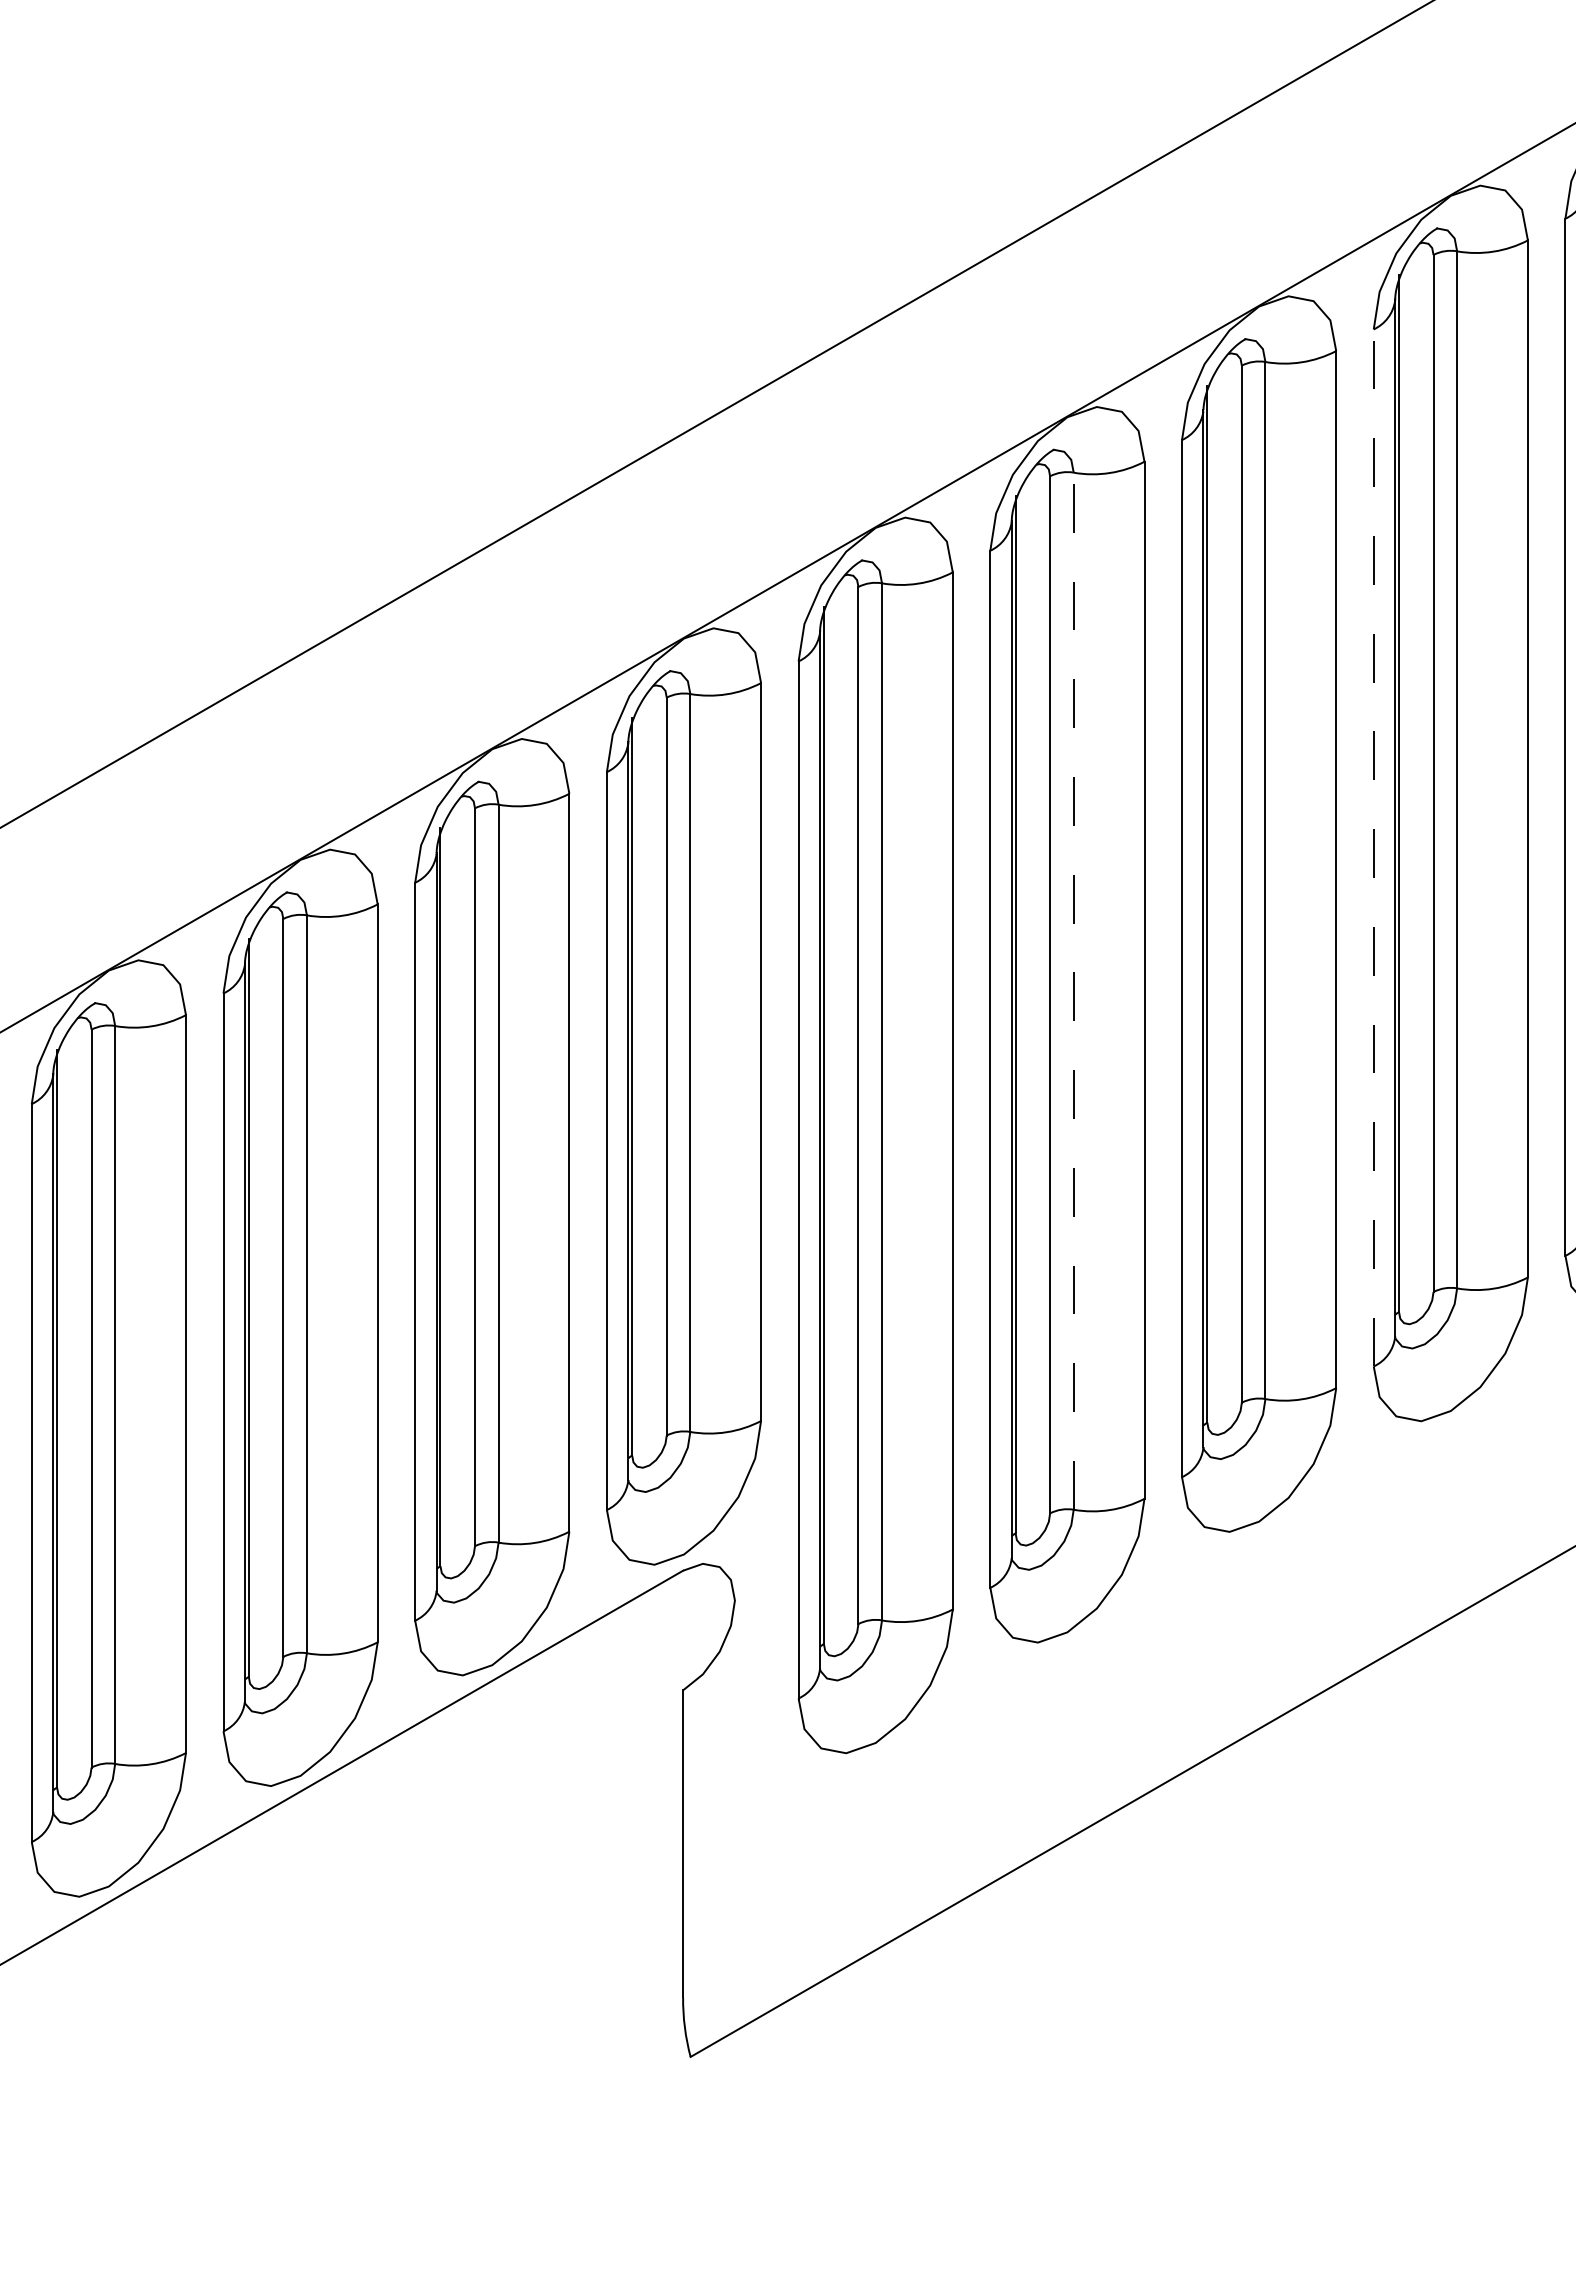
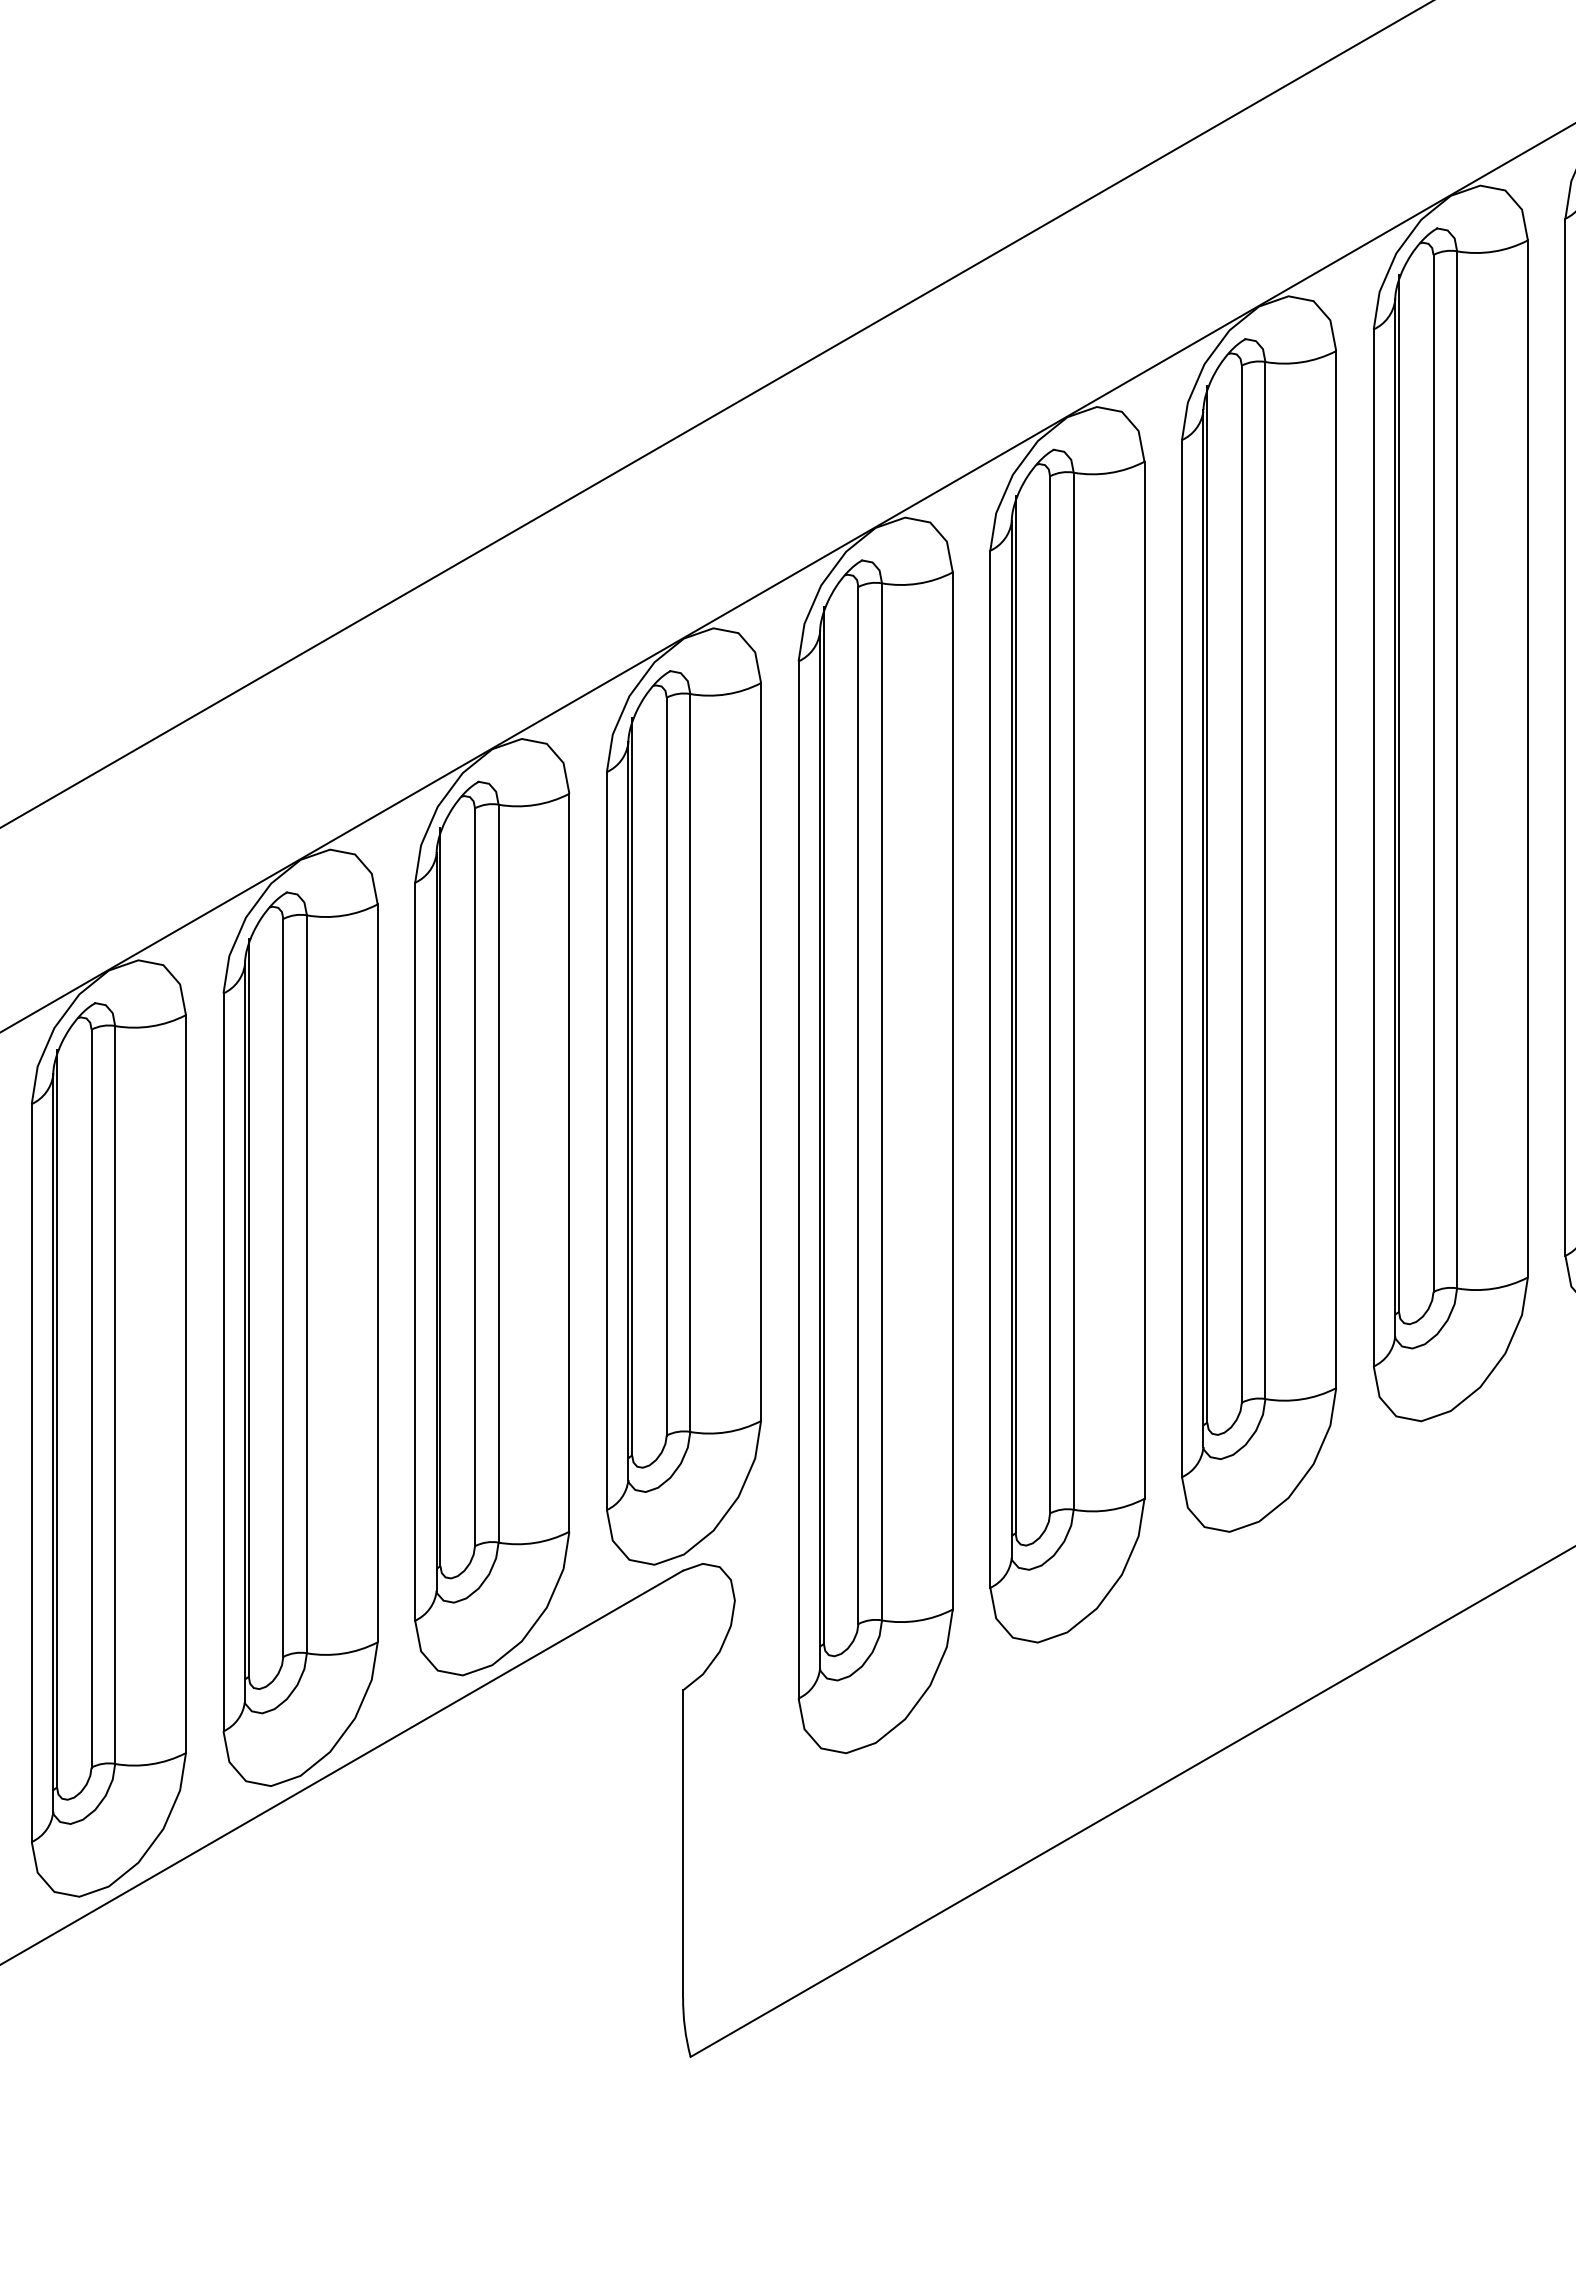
line at (1373, 847): dashed -> solid
line at (1073, 991): dashed -> solid
